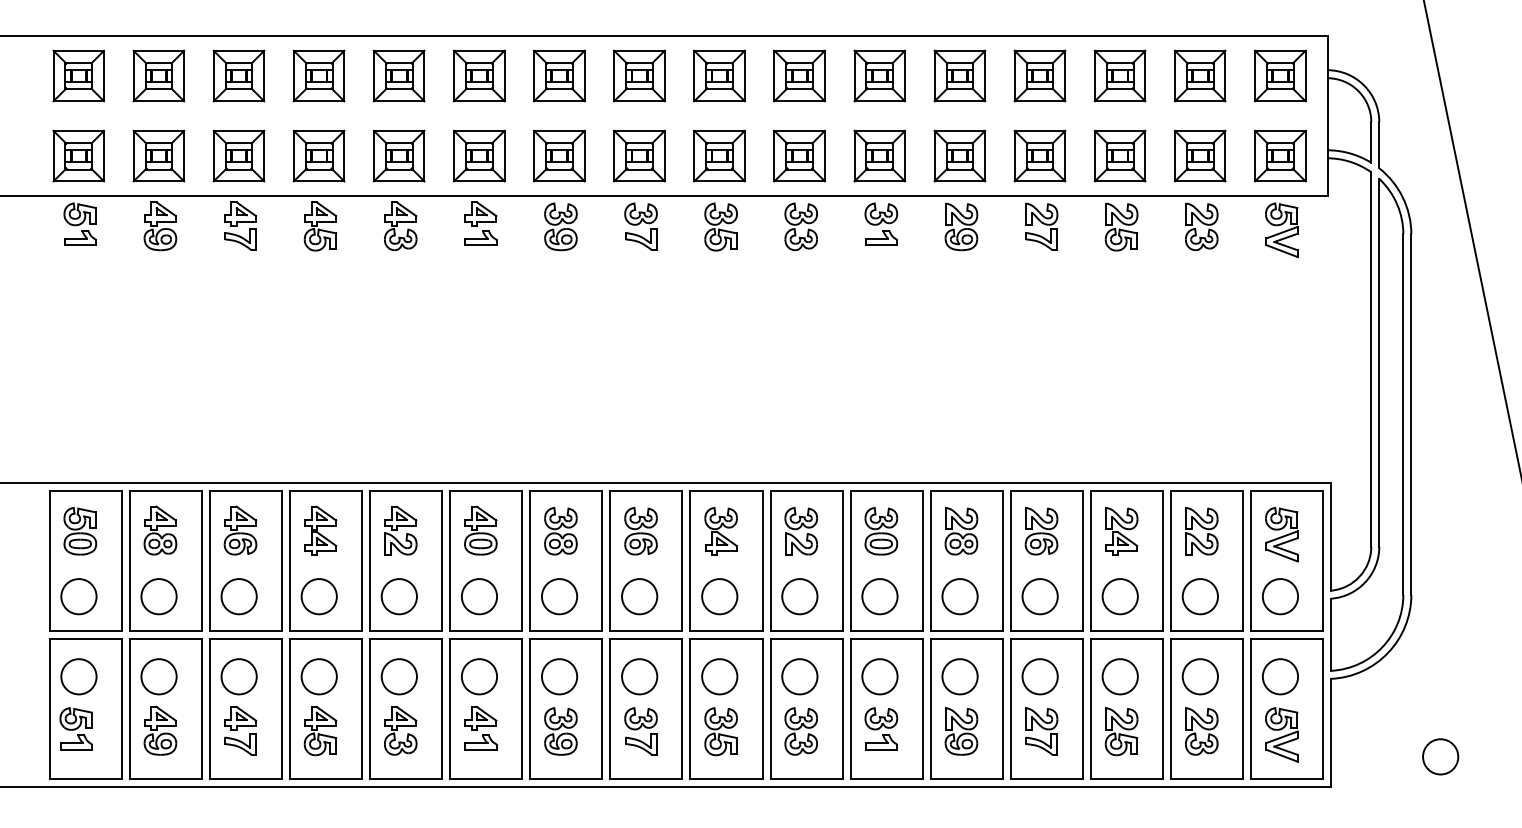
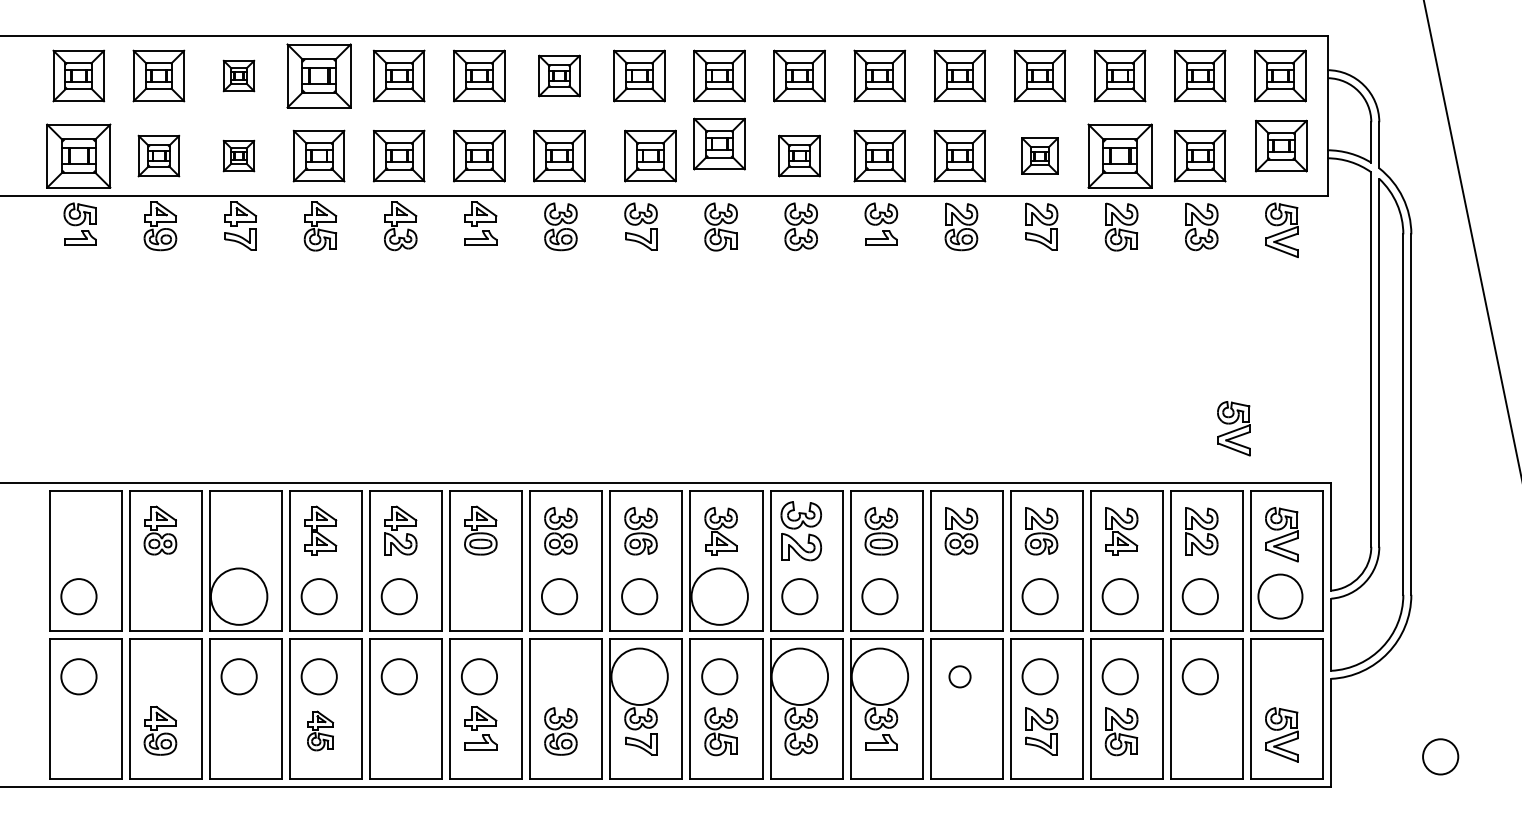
part at (238, 75) size: 54x54 px -> 34x34 px
part at (318, 75) size: 54x54 px -> 66x66 px
part at (559, 75) size: 53x54 px -> 43x44 px
part at (78, 155) size: 54x54 px -> 66x66 px
part at (158, 155) size: 54x54 px -> 44x44 px
part at (238, 155) size: 54x54 px -> 34x34 px
part at (639, 155) position: (639, 155) -> (650, 155)
part at (719, 155) position: (719, 155) -> (719, 143)
part at (799, 155) size: 53x54 px -> 43x44 px
part at (1039, 155) size: 54x54 px -> 38x38 px
part at (1119, 155) size: 54x54 px -> 66x66 px
part at (1280, 155) position: (1280, 155) -> (1281, 145)
part at (1233, 428): none -> present
part at (240, 530): present -> none
part at (80, 531): present -> none
part at (800, 531) size: 34x49 px -> 42x61 px
circle at (158, 596): present -> none
circle at (238, 596) diameter: 35 px -> 56 px
circle at (479, 596): present -> none
circle at (719, 596) diameter: 35 px -> 56 px
circle at (959, 596): present -> none
circle at (1280, 596) size: 37x38 px -> 47x47 px
circle at (158, 676): present -> none
circle at (559, 676): present -> none
circle at (639, 676) diameter: 35 px -> 56 px
circle at (799, 676) diameter: 35 px -> 56 px
circle at (879, 676) diameter: 35 px -> 56 px
circle at (959, 676) size: 38x38 px -> 24x24 px
circle at (1280, 676): present -> none
part at (75, 728): present -> none
part at (240, 730): present -> none
part at (320, 730) size: 35x52 px -> 28x42 px
part at (400, 730): present -> none
part at (961, 731): present -> none
part at (1201, 731): present -> none
